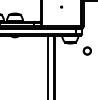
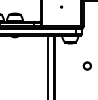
part at (86, 50) position: (86, 50) -> (86, 65)
